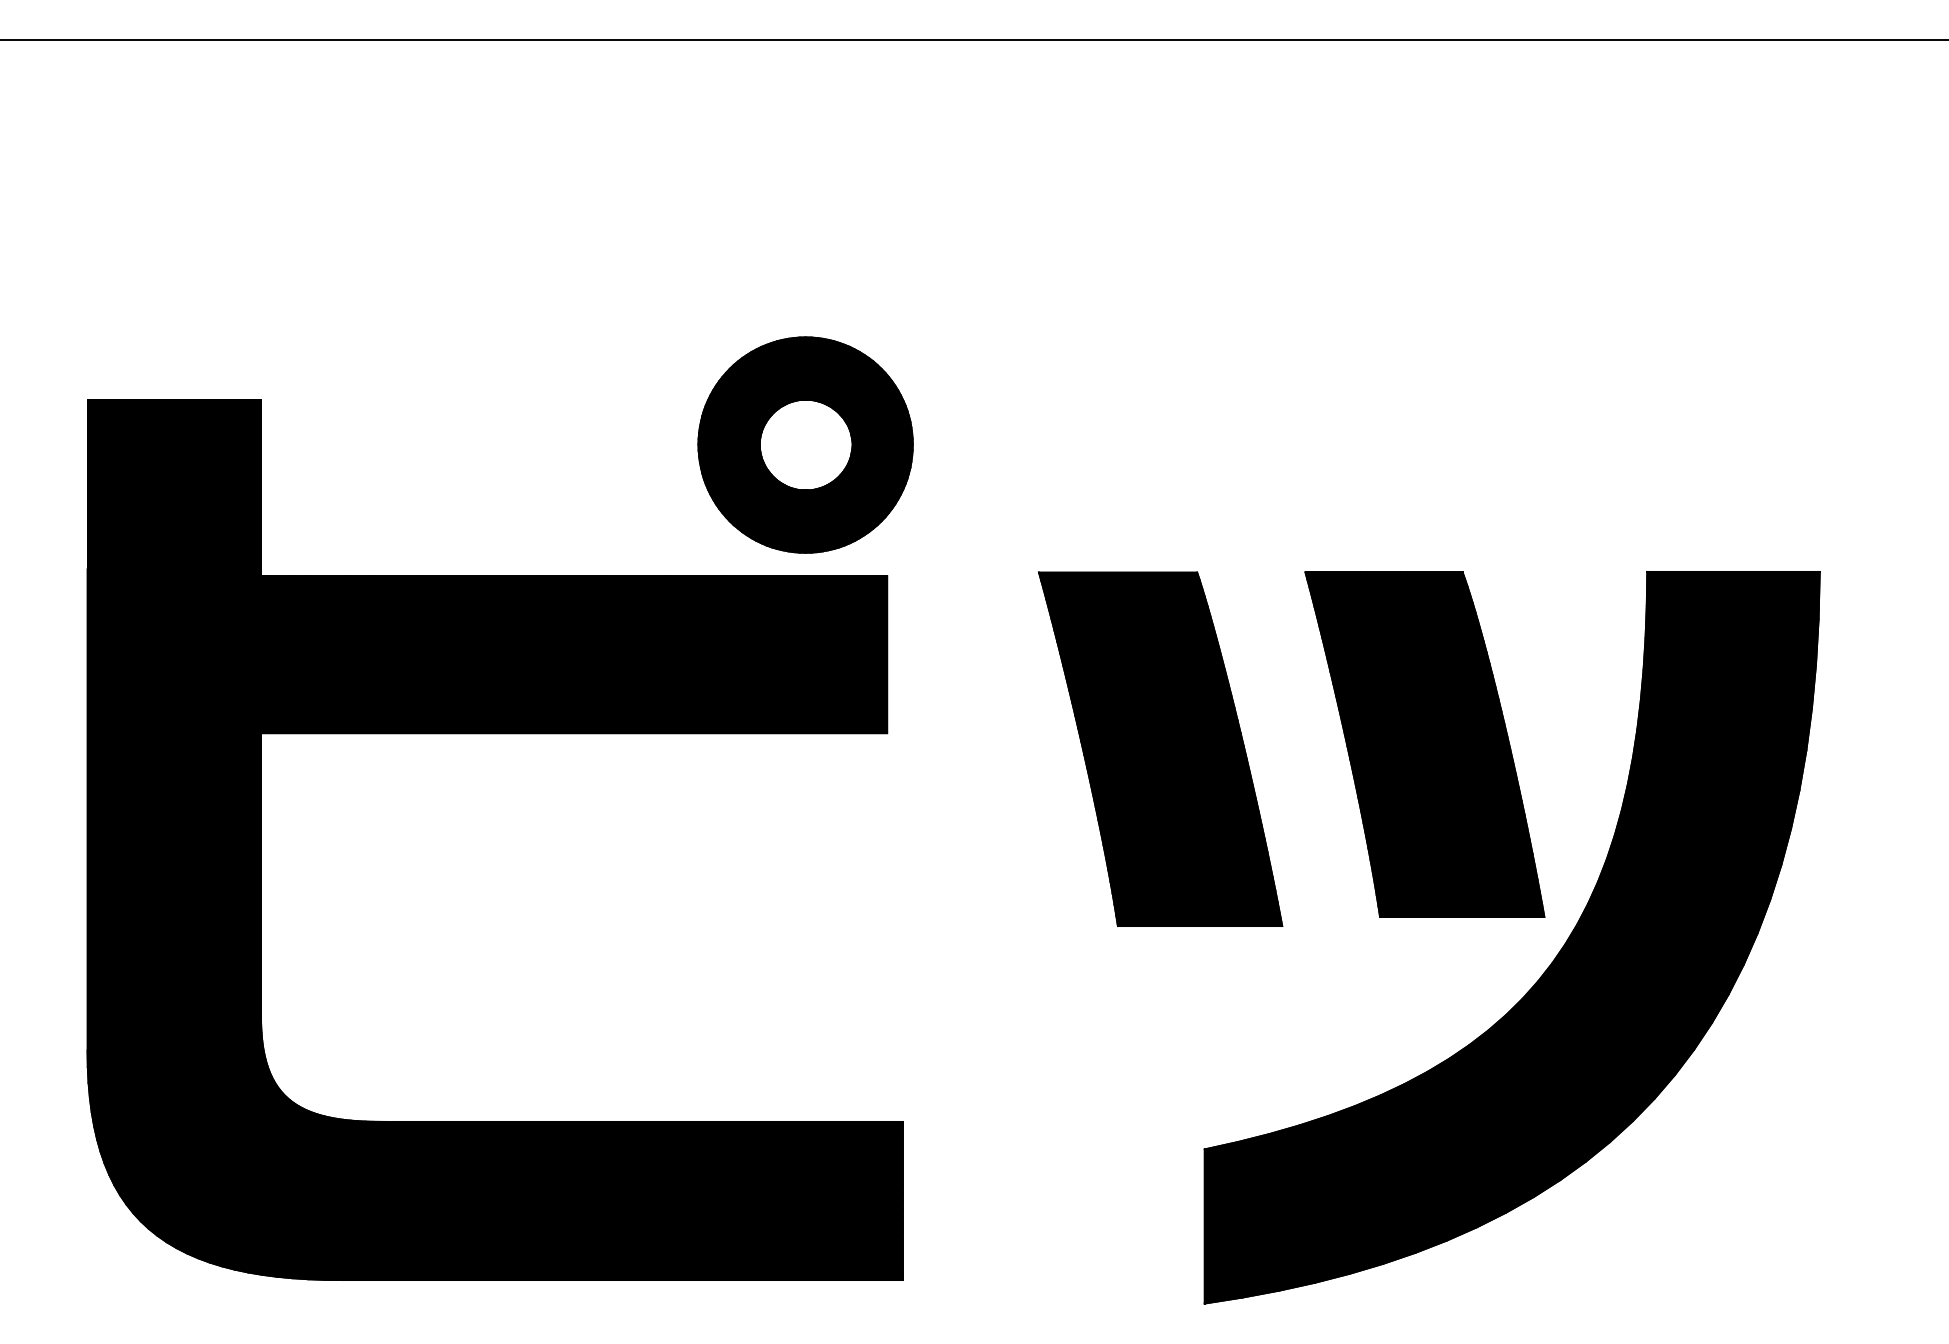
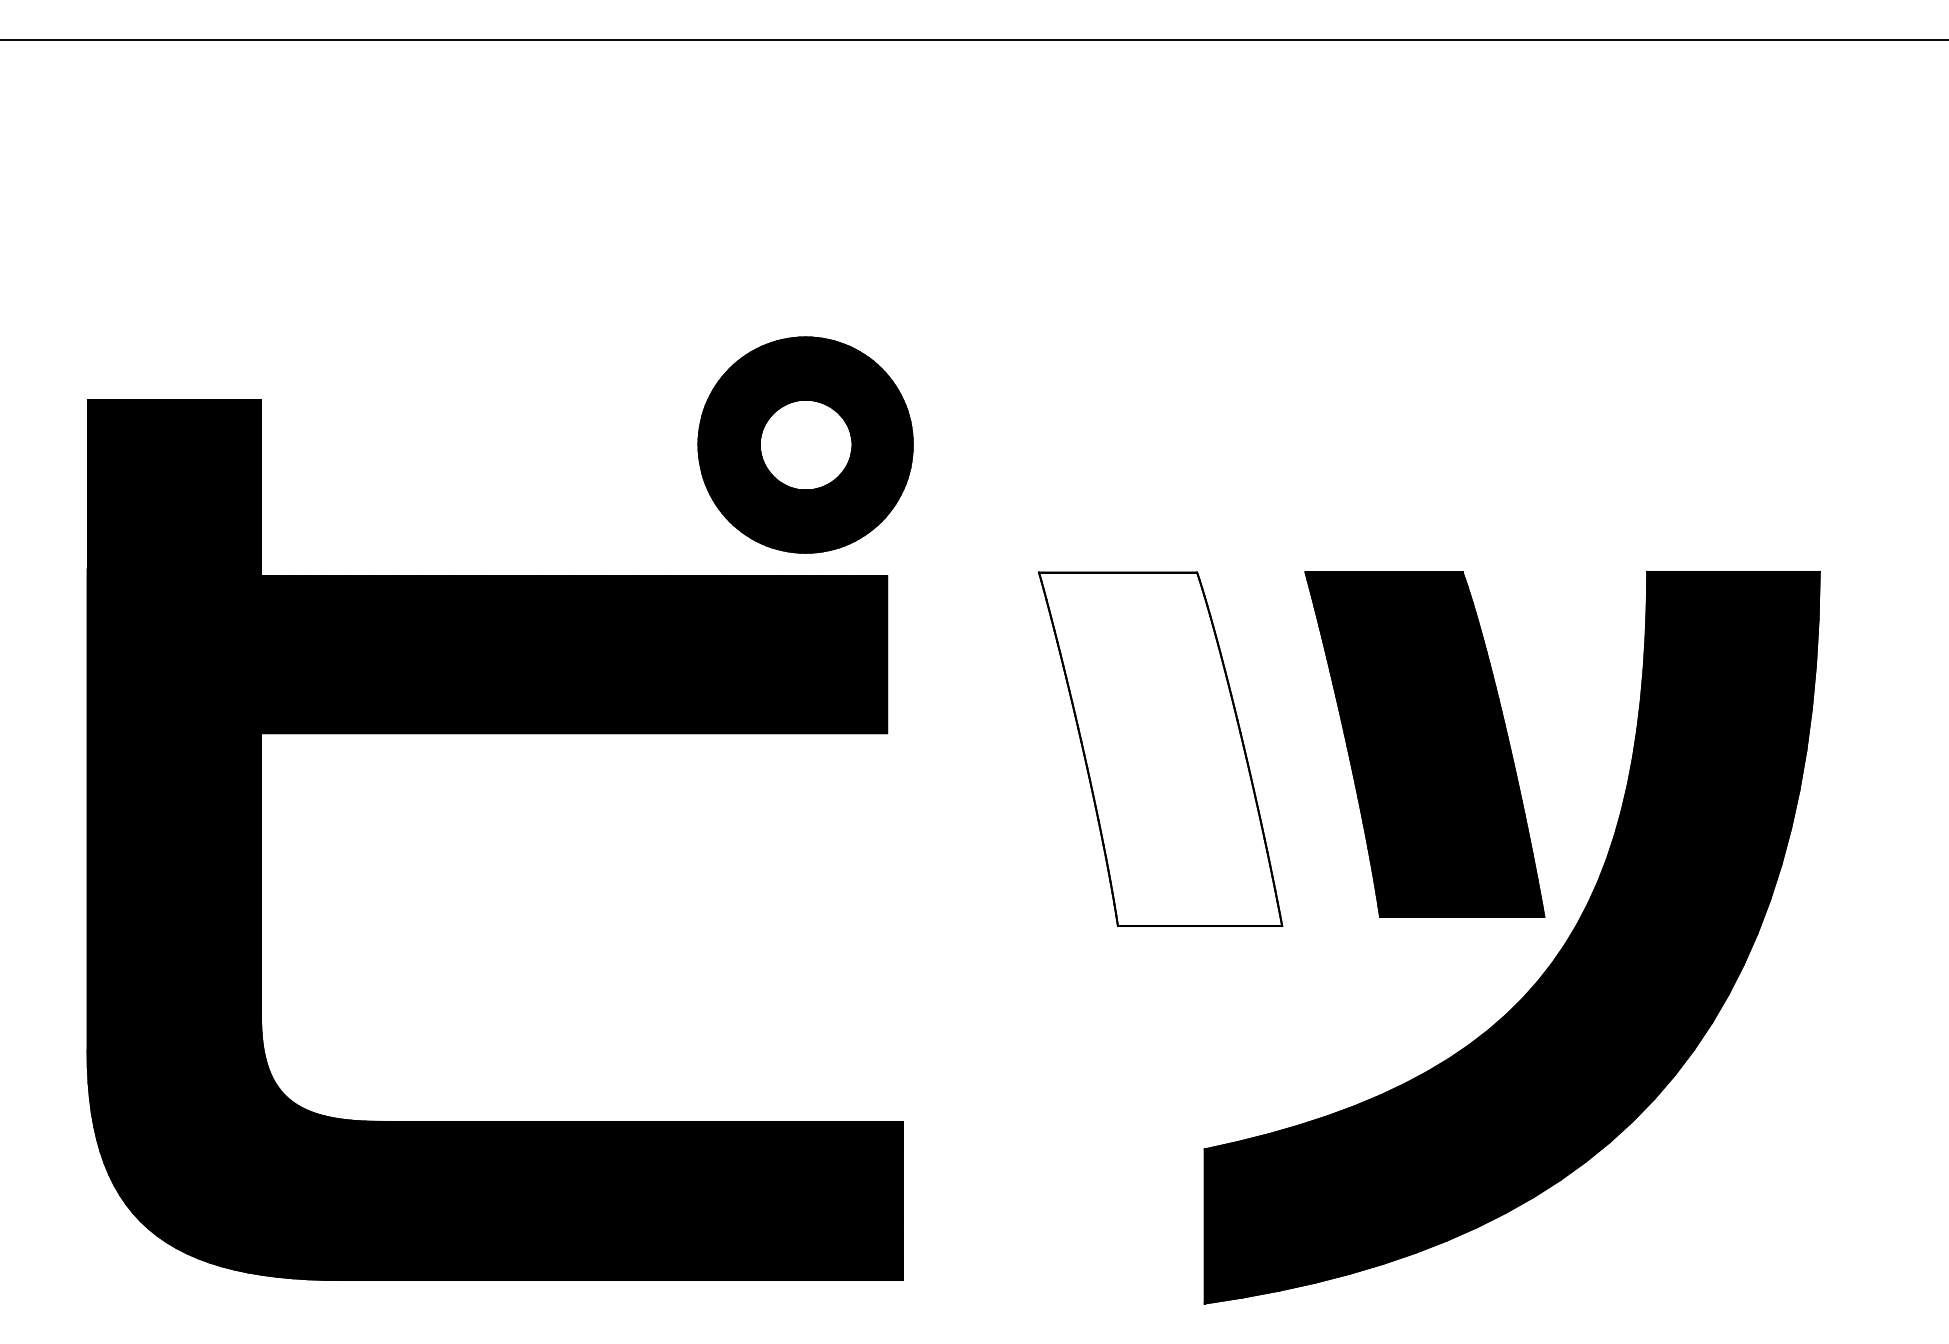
fill at (1160, 749): present -> none
